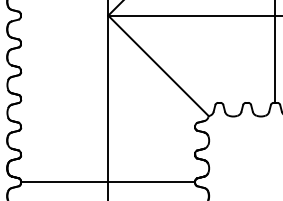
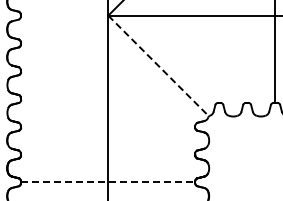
line at (158, 66): solid -> dashed
line at (108, 182): solid -> dashed
